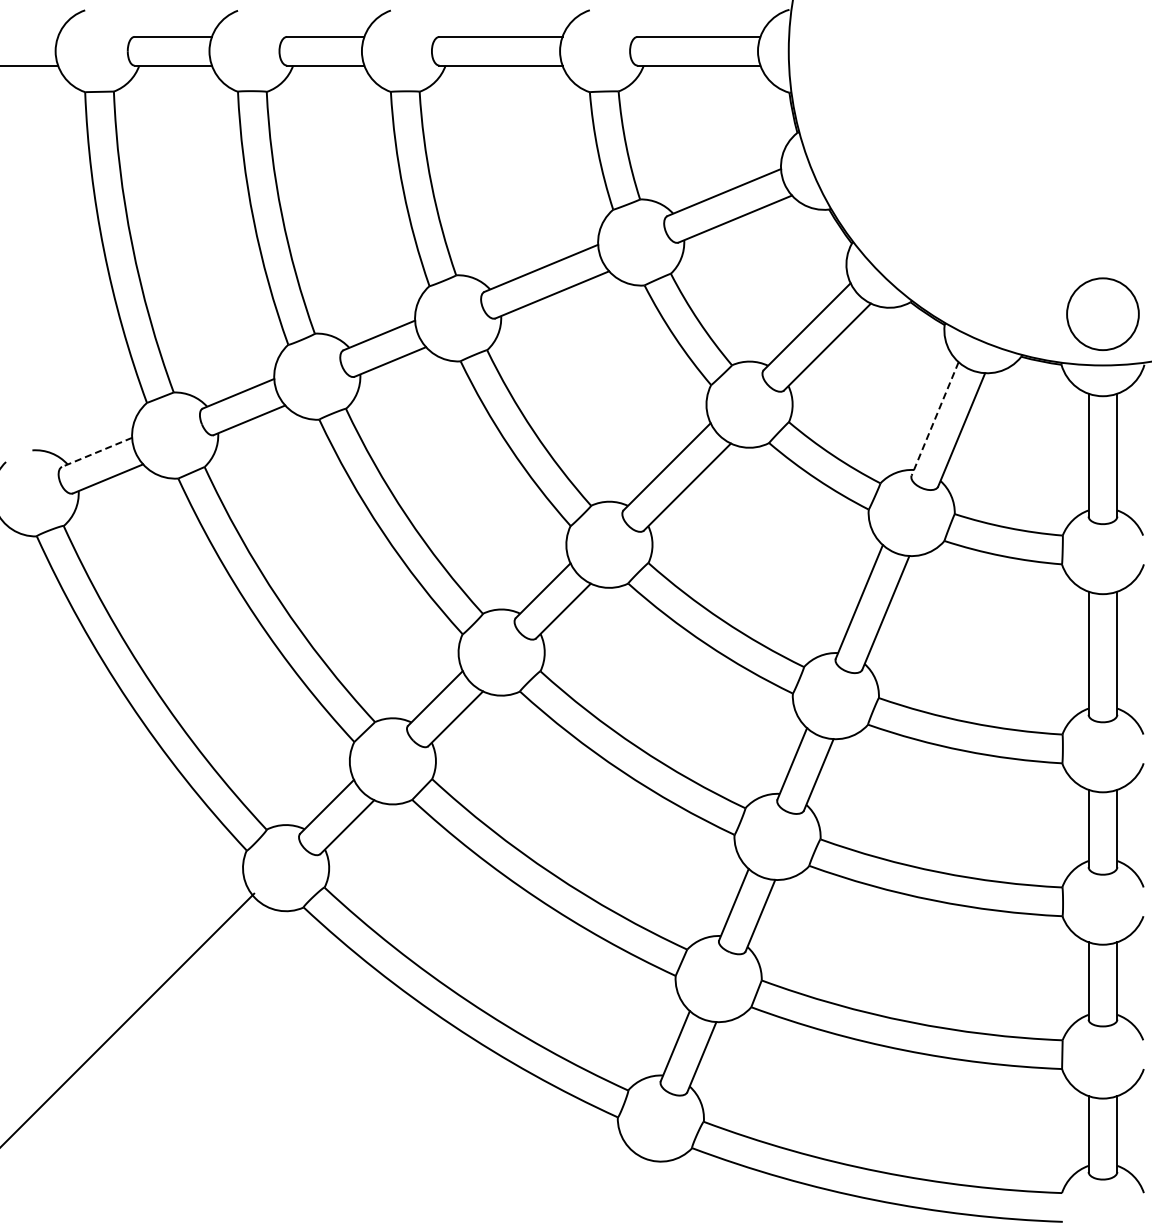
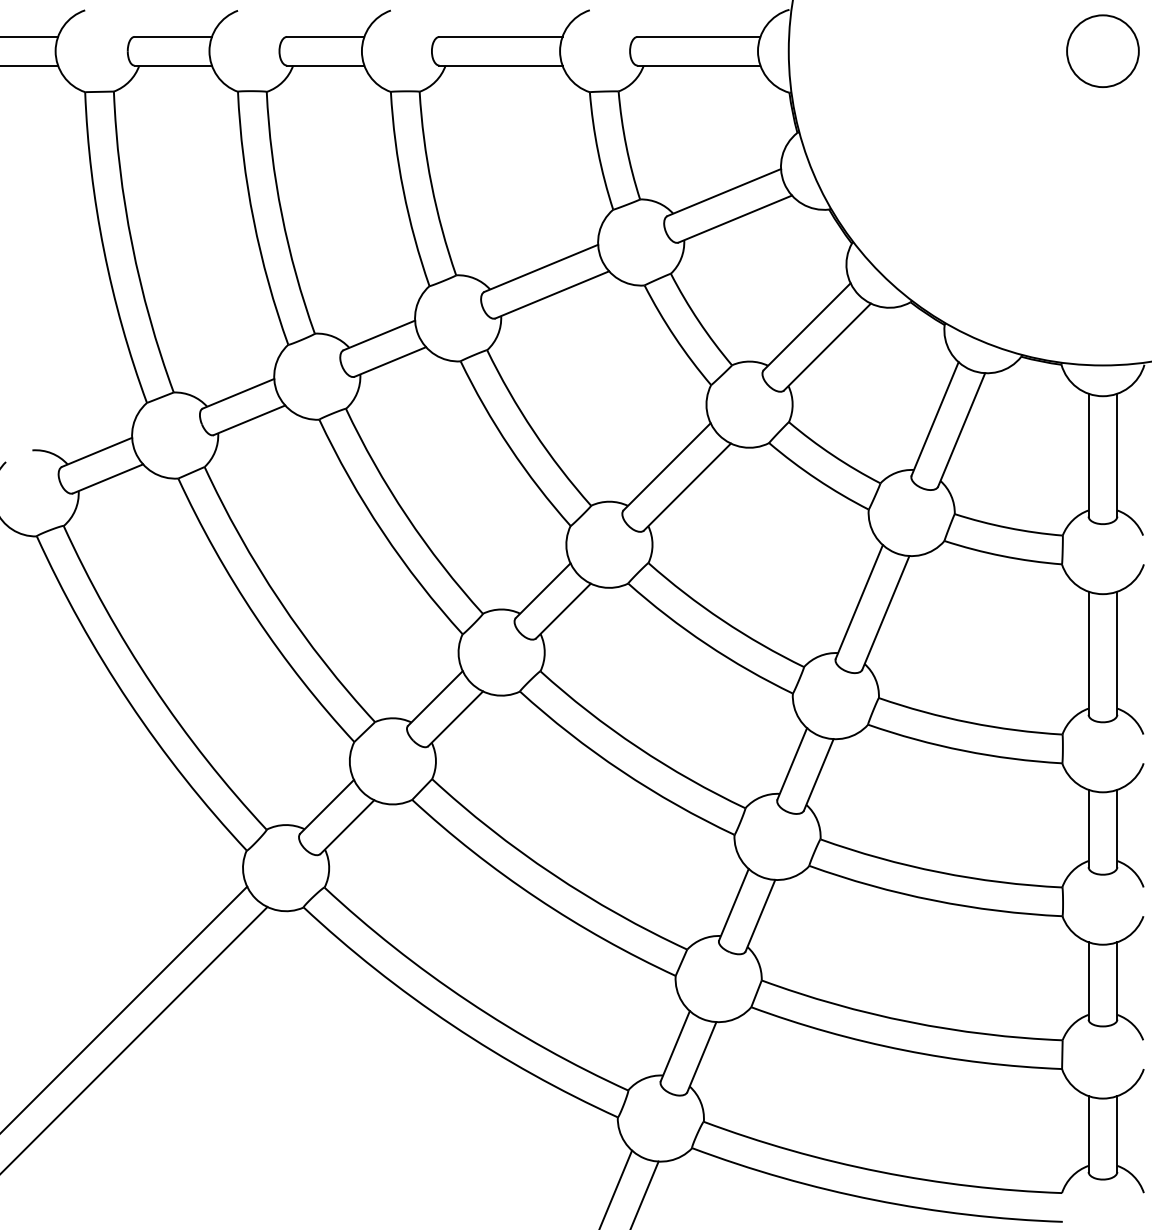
line at (30, 36): none -> present
circle at (1102, 313) position: (1102, 313) -> (1102, 50)
line at (934, 419): dashed -> solid
line at (97, 452): dashed -> solid
line at (128, 1019) position: (128, 1019) -> (124, 1008)
line at (134, 1039): none -> present
line at (616, 1188): none -> present
line at (644, 1193): none -> present
